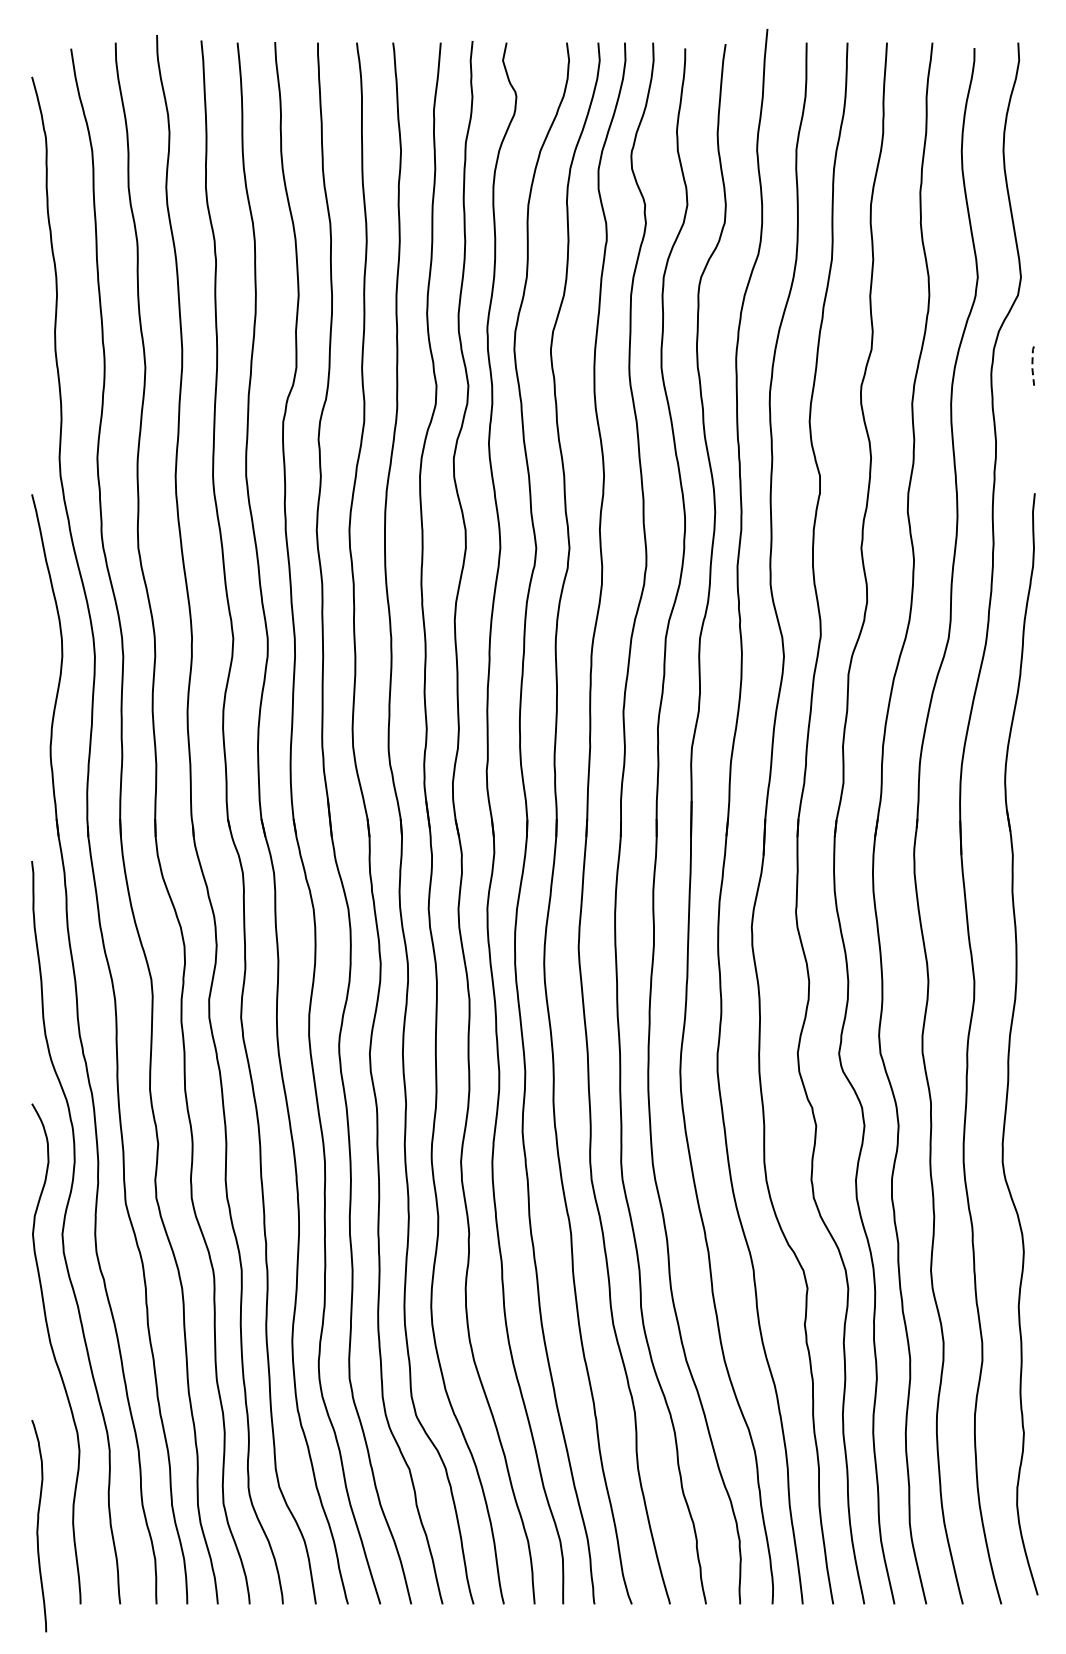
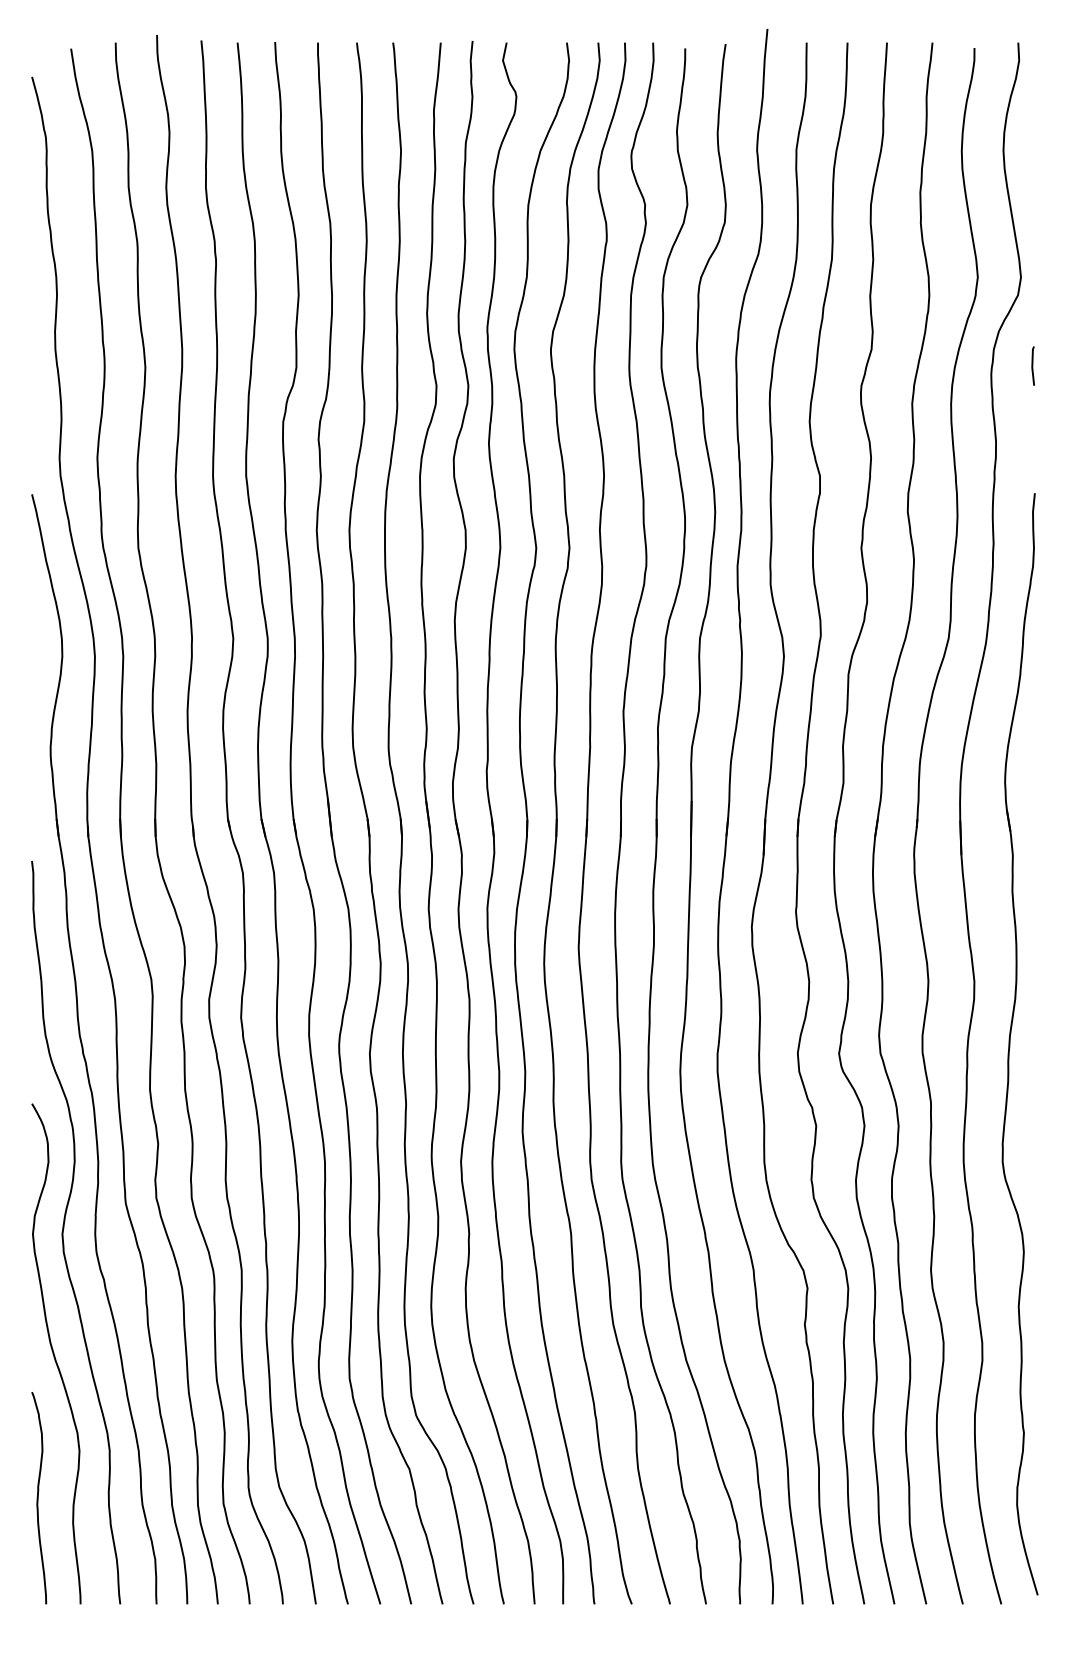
line at (1032, 365): dashed -> solid
curve at (38, 1526) position: (38, 1526) -> (38, 1498)
